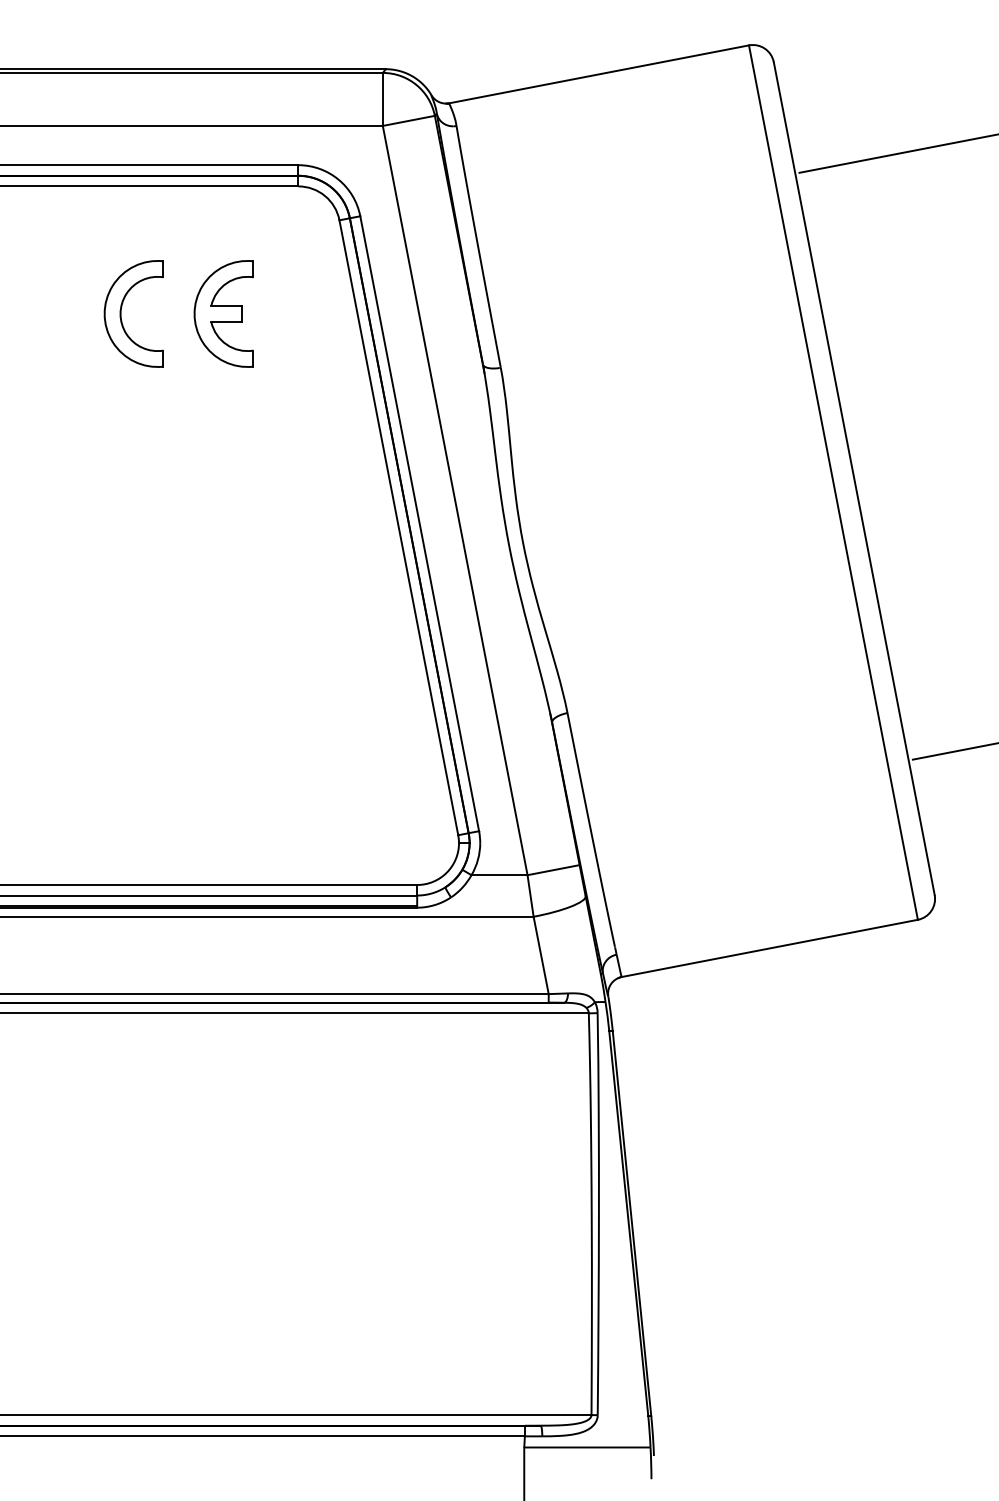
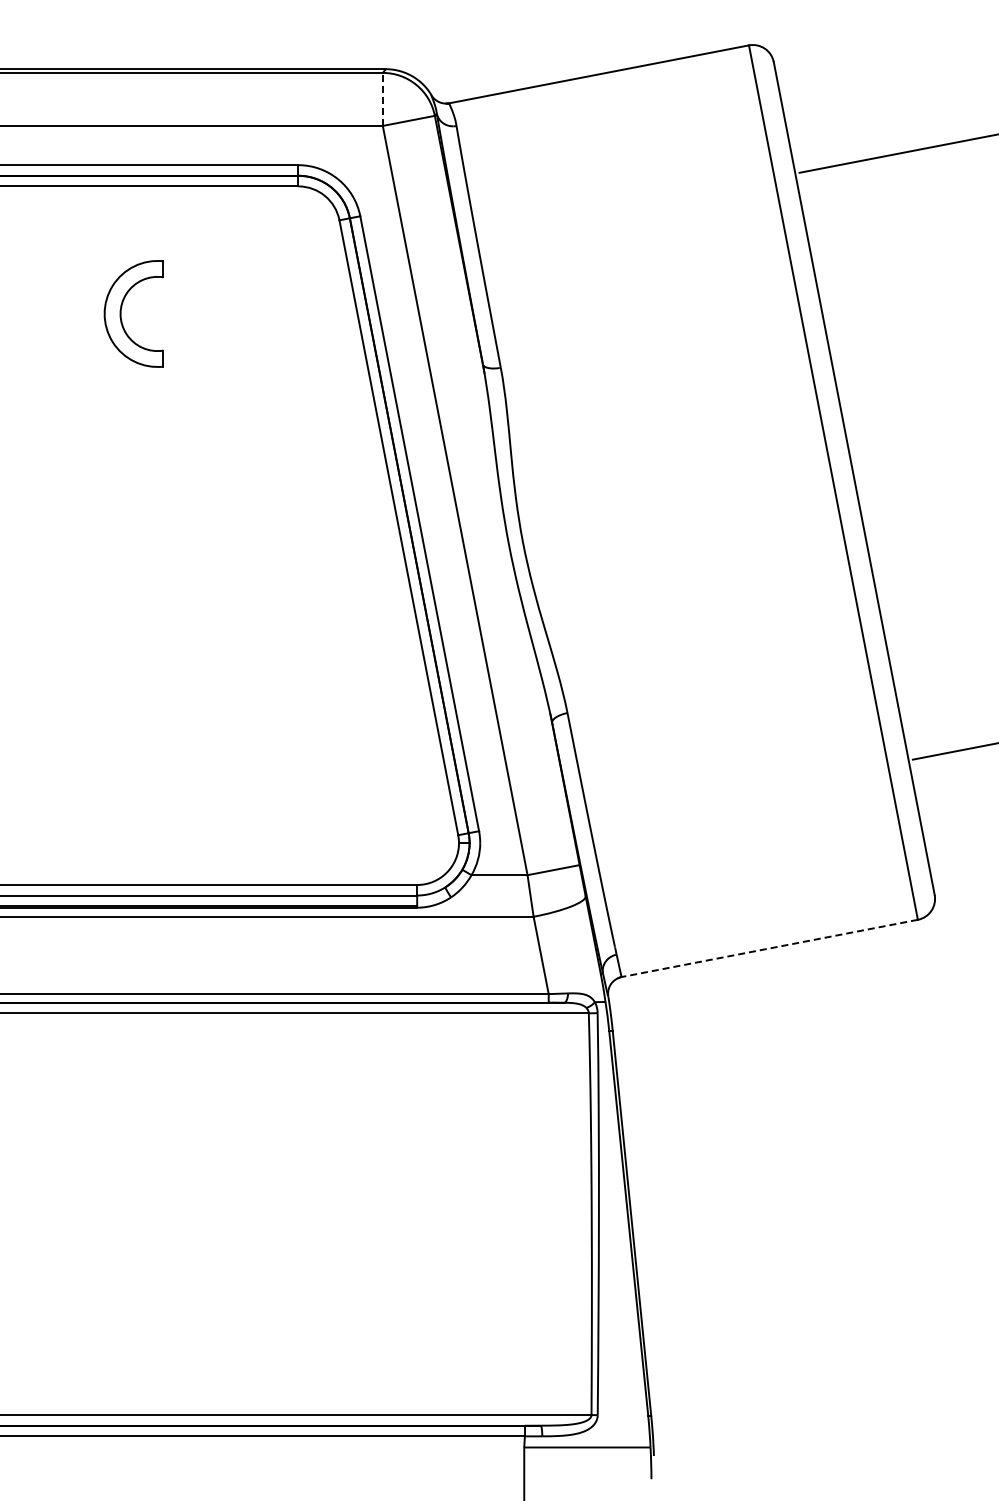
line at (382, 99): solid -> dashed
part at (223, 313): present -> none
line at (769, 948): solid -> dashed
